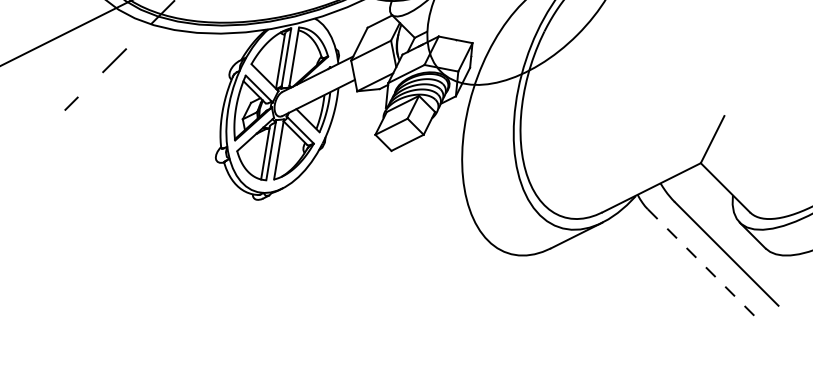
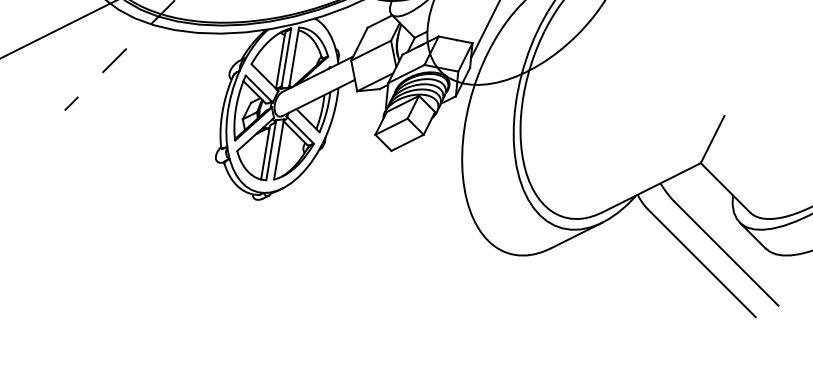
line at (484, 30): none -> present
line at (65, 33) position: (65, 33) -> (57, 29)
line at (702, 263): dashed -> solid
